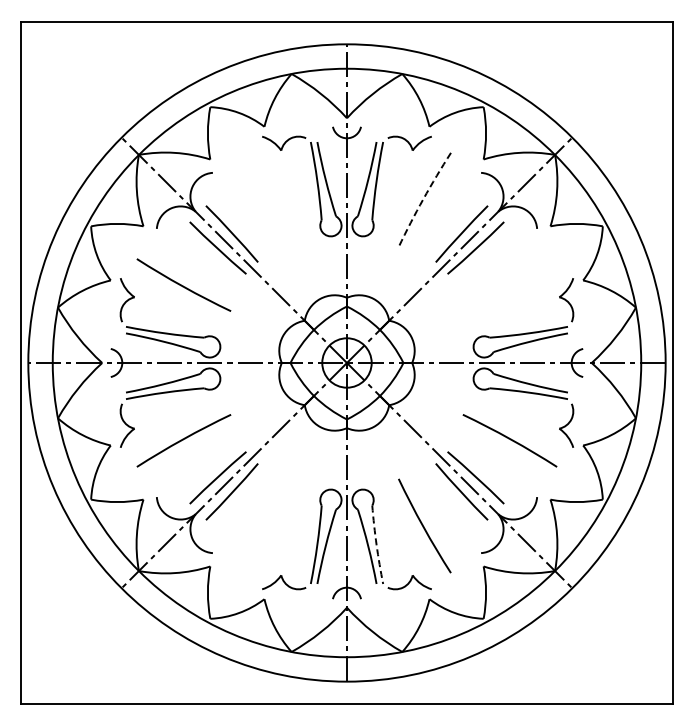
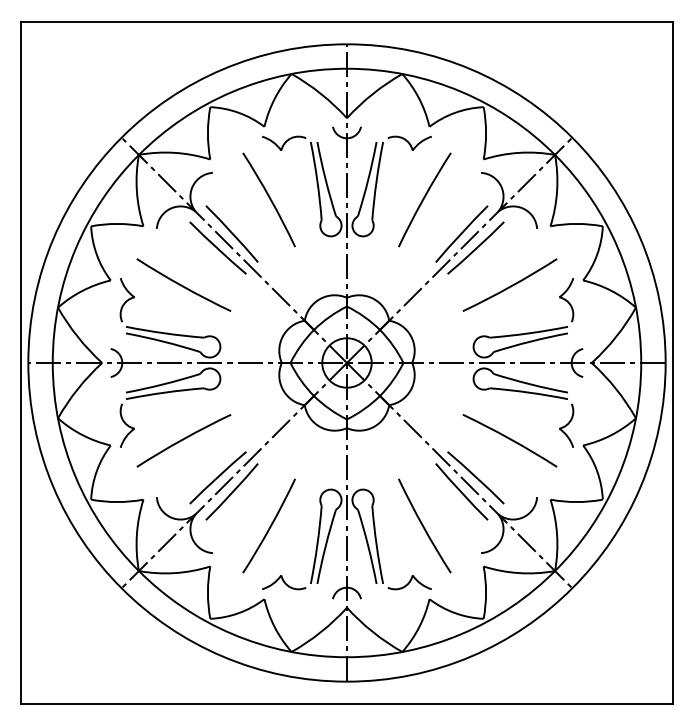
arc at (269, 199): none -> present
arc at (423, 199): dashed -> solid
arc at (510, 285): none -> present
arc at (269, 526): none -> present
arc at (376, 544): dashed -> solid
